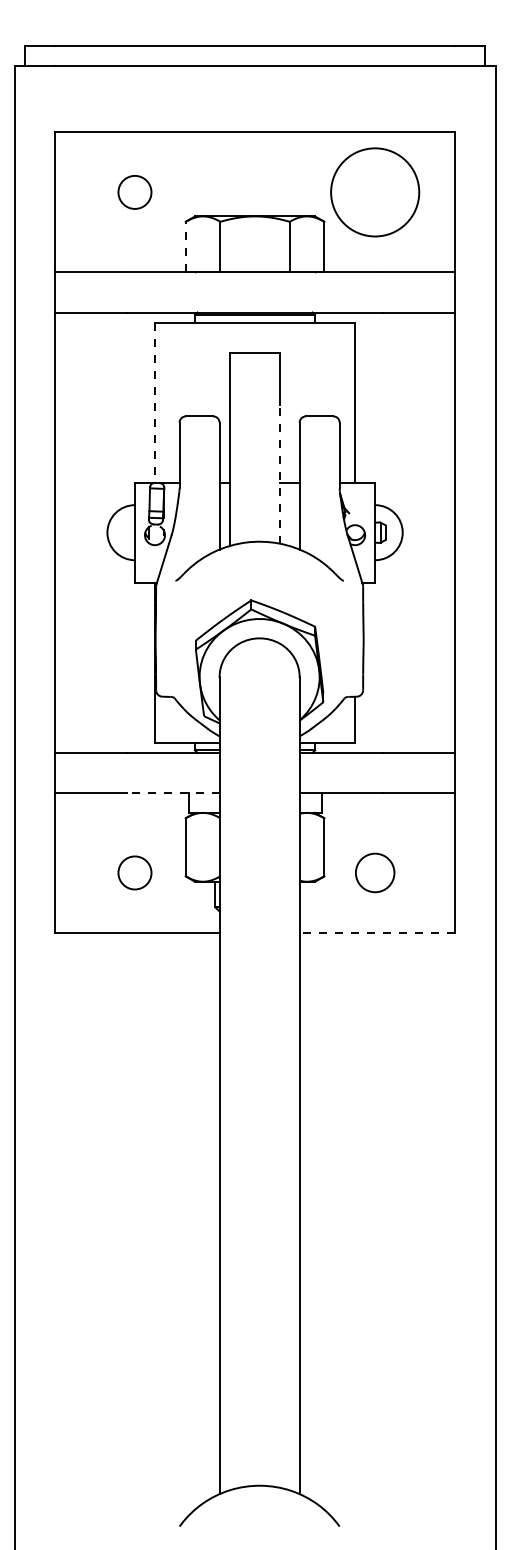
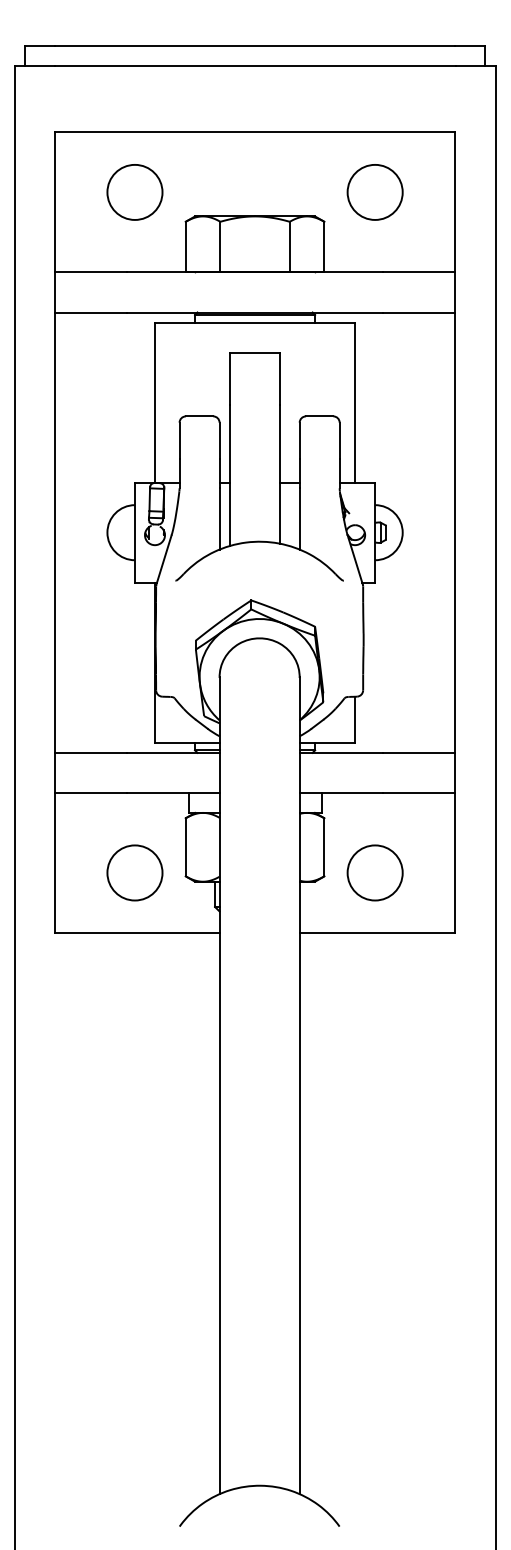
circle at (134, 191) diameter: 33 px -> 55 px
circle at (375, 192) diameter: 88 px -> 55 px
line at (185, 246): dashed -> solid
line at (155, 403): dashed -> solid
line at (280, 473): dashed -> solid
line at (172, 792): dashed -> solid
circle at (134, 872) size: 36x36 px -> 58x58 px
circle at (374, 872) diameter: 39 px -> 55 px
line at (377, 933): dashed -> solid
